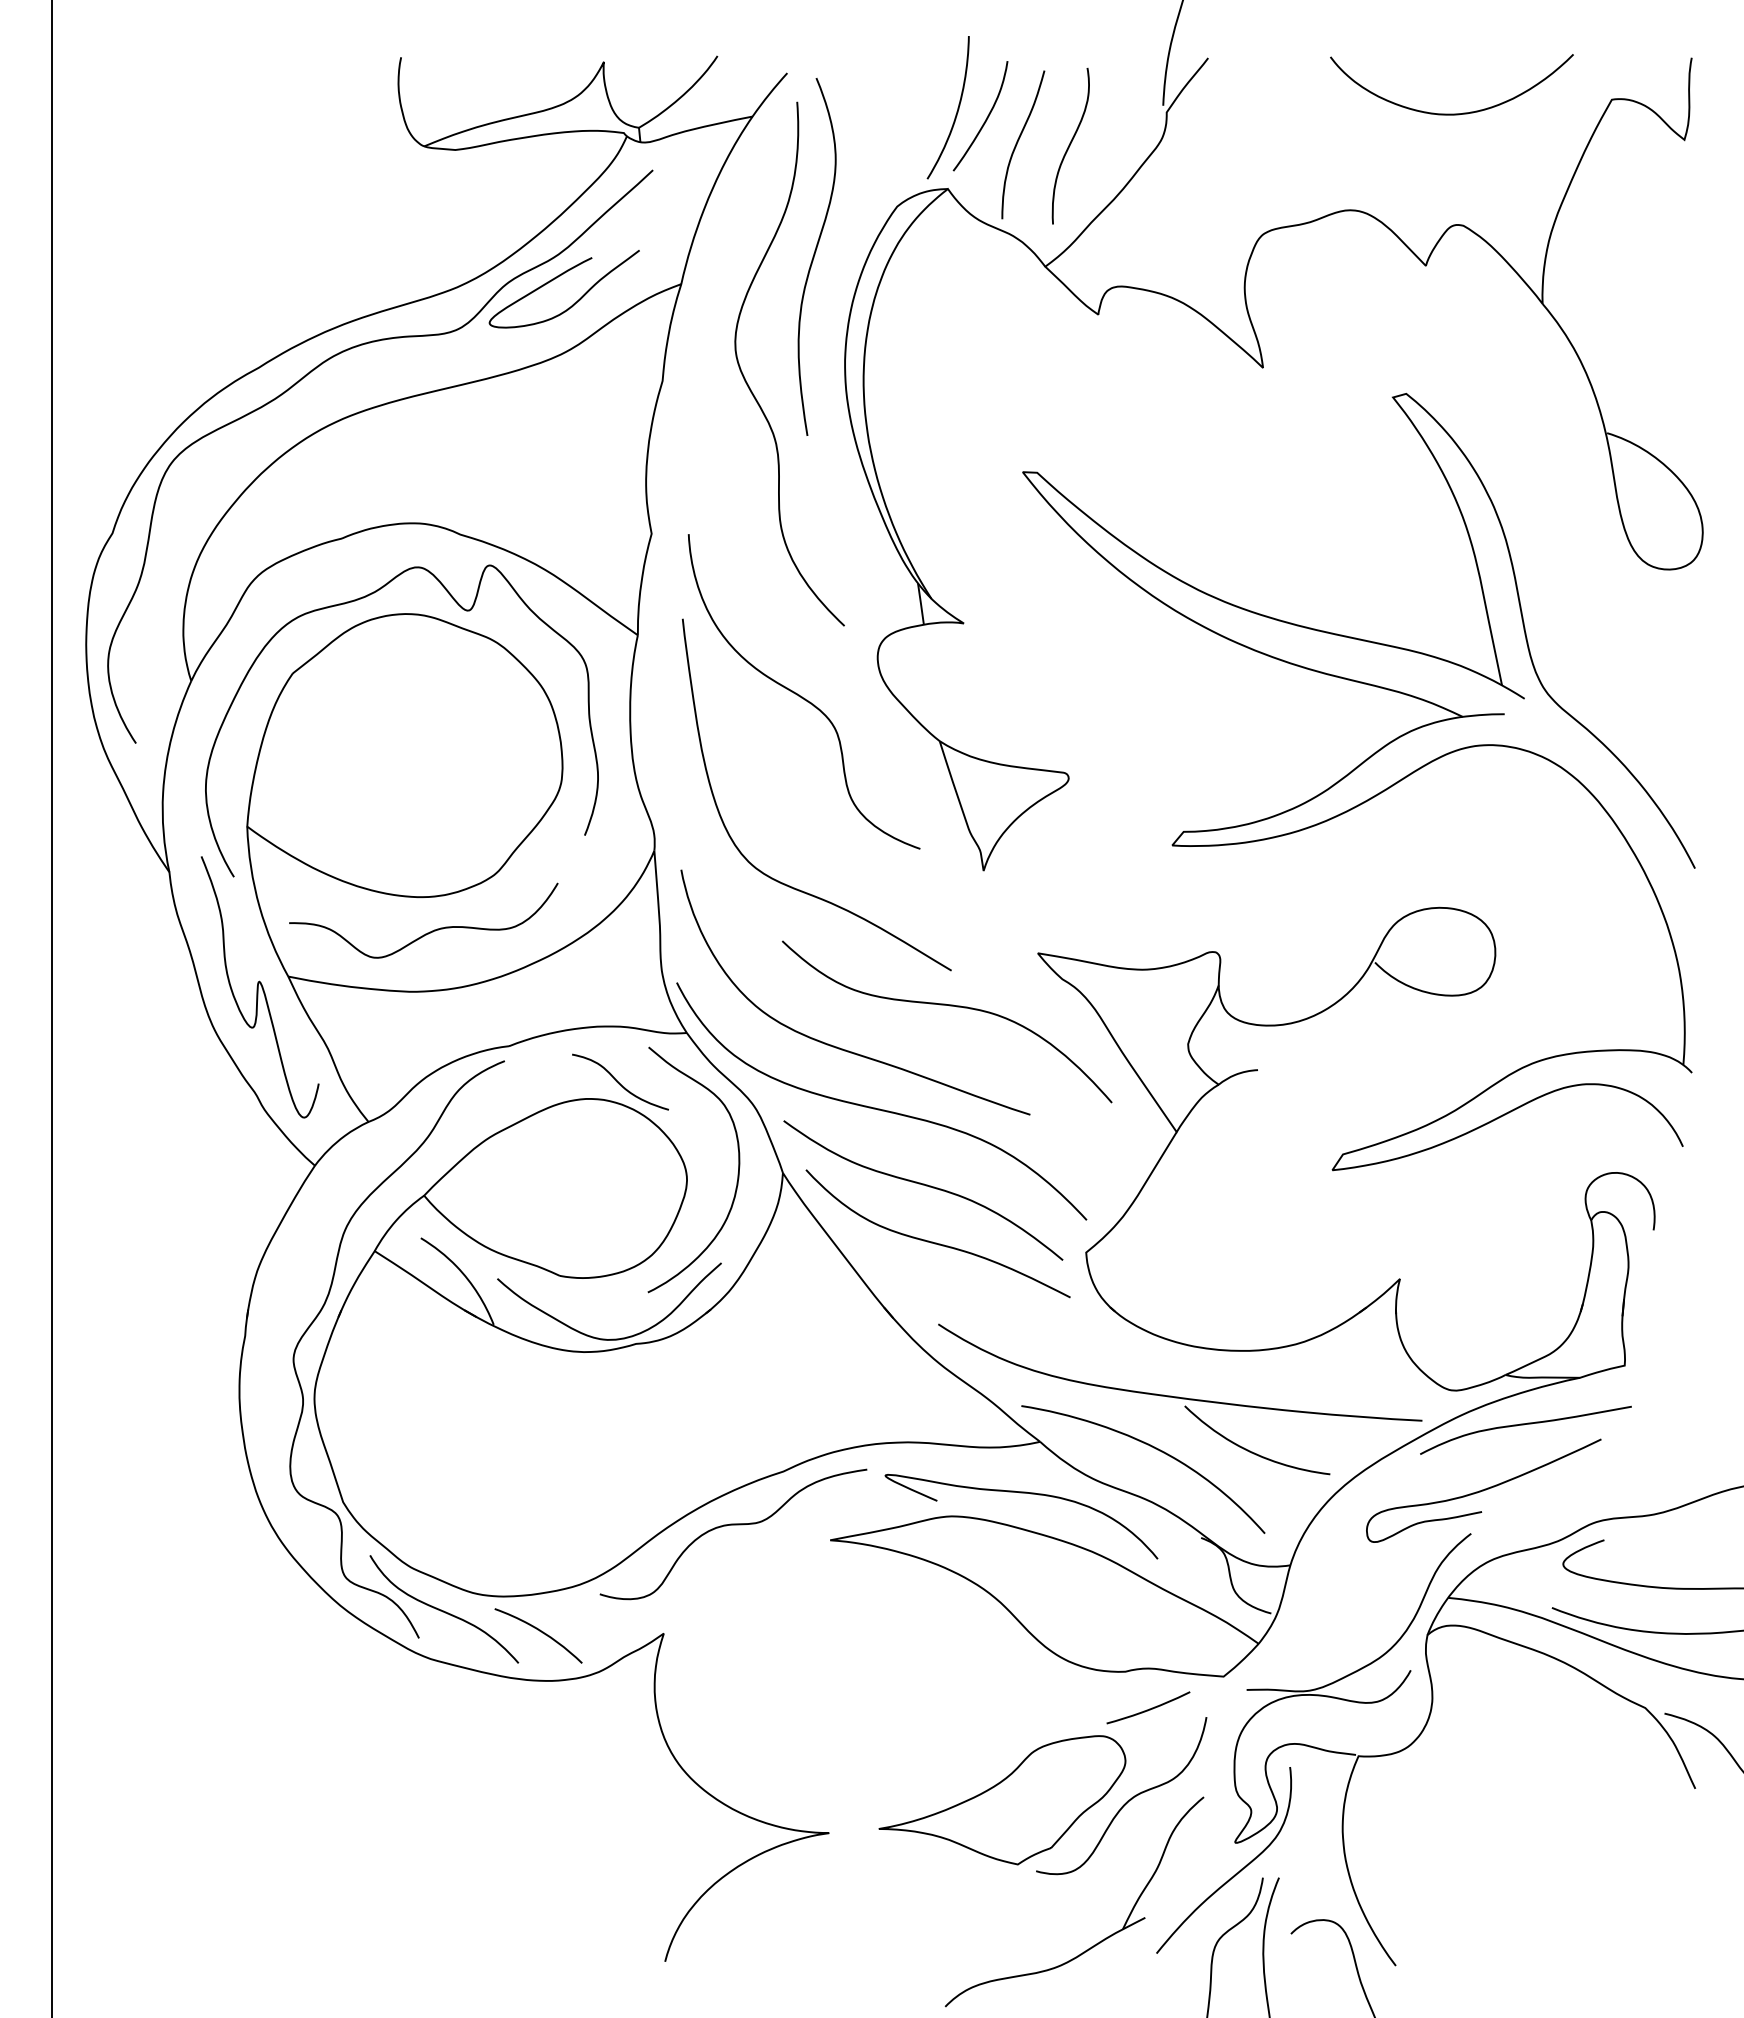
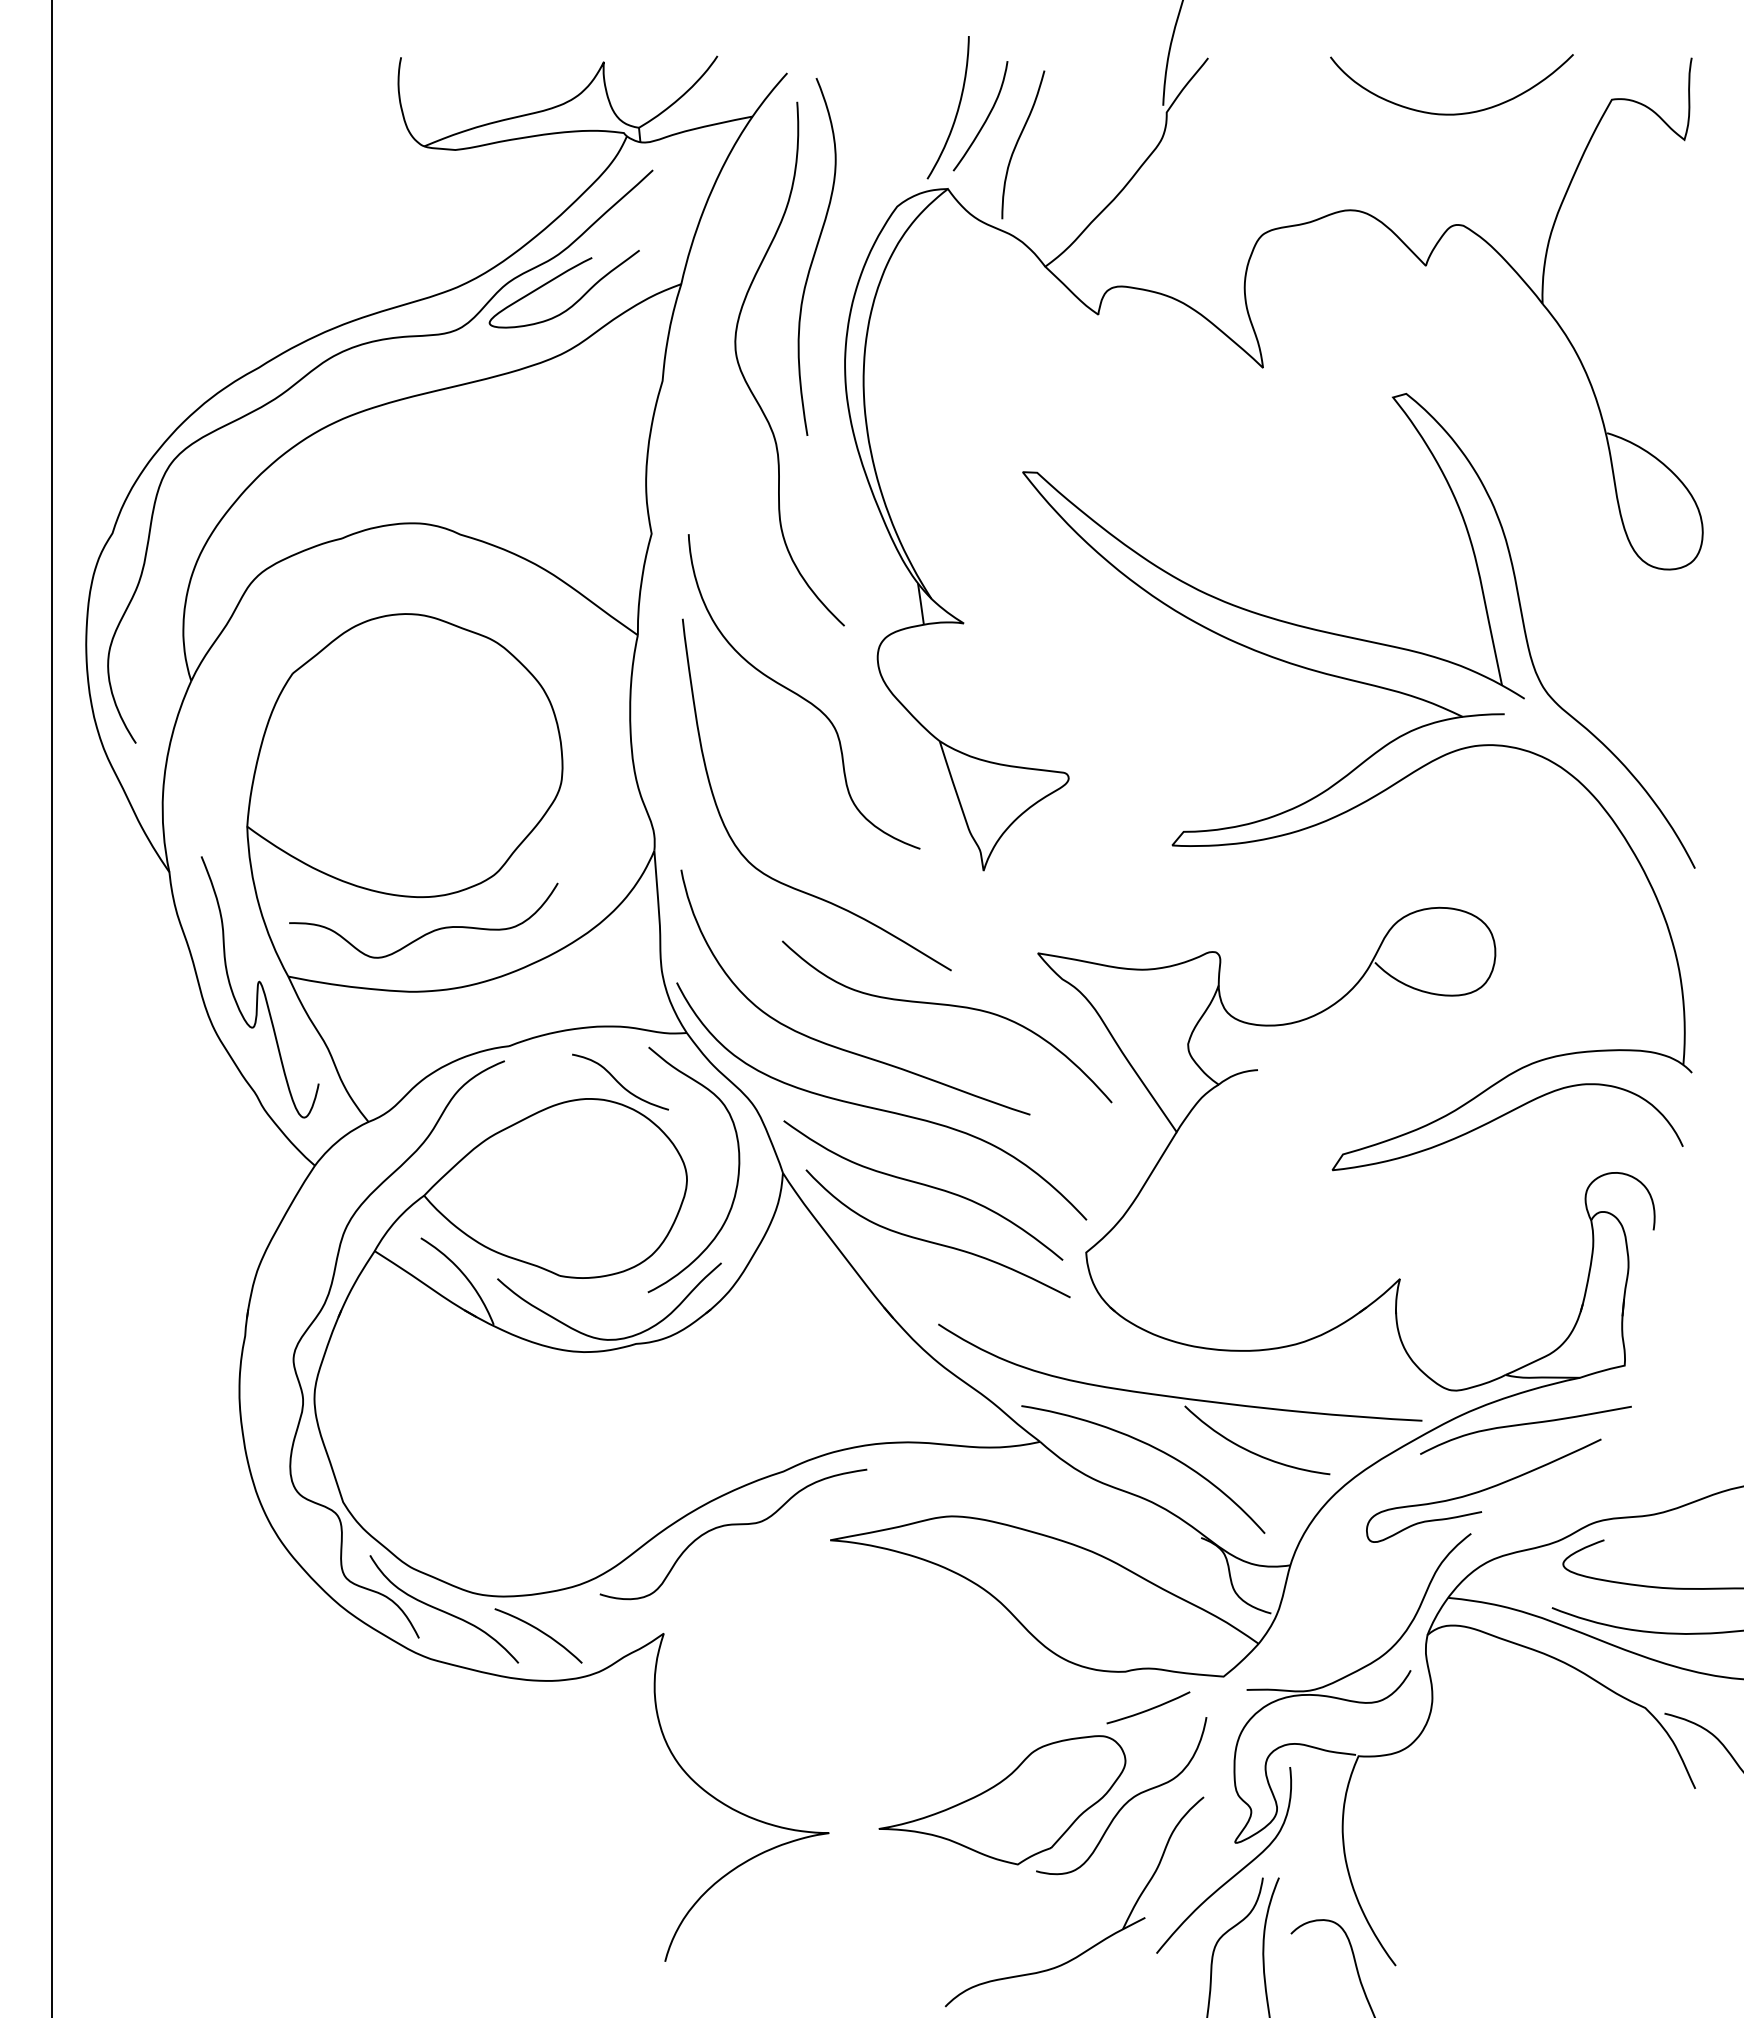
curve at (1070, 146): present -> none
curve at (462, 609): present -> none
curve at (1021, 1493): present -> none
